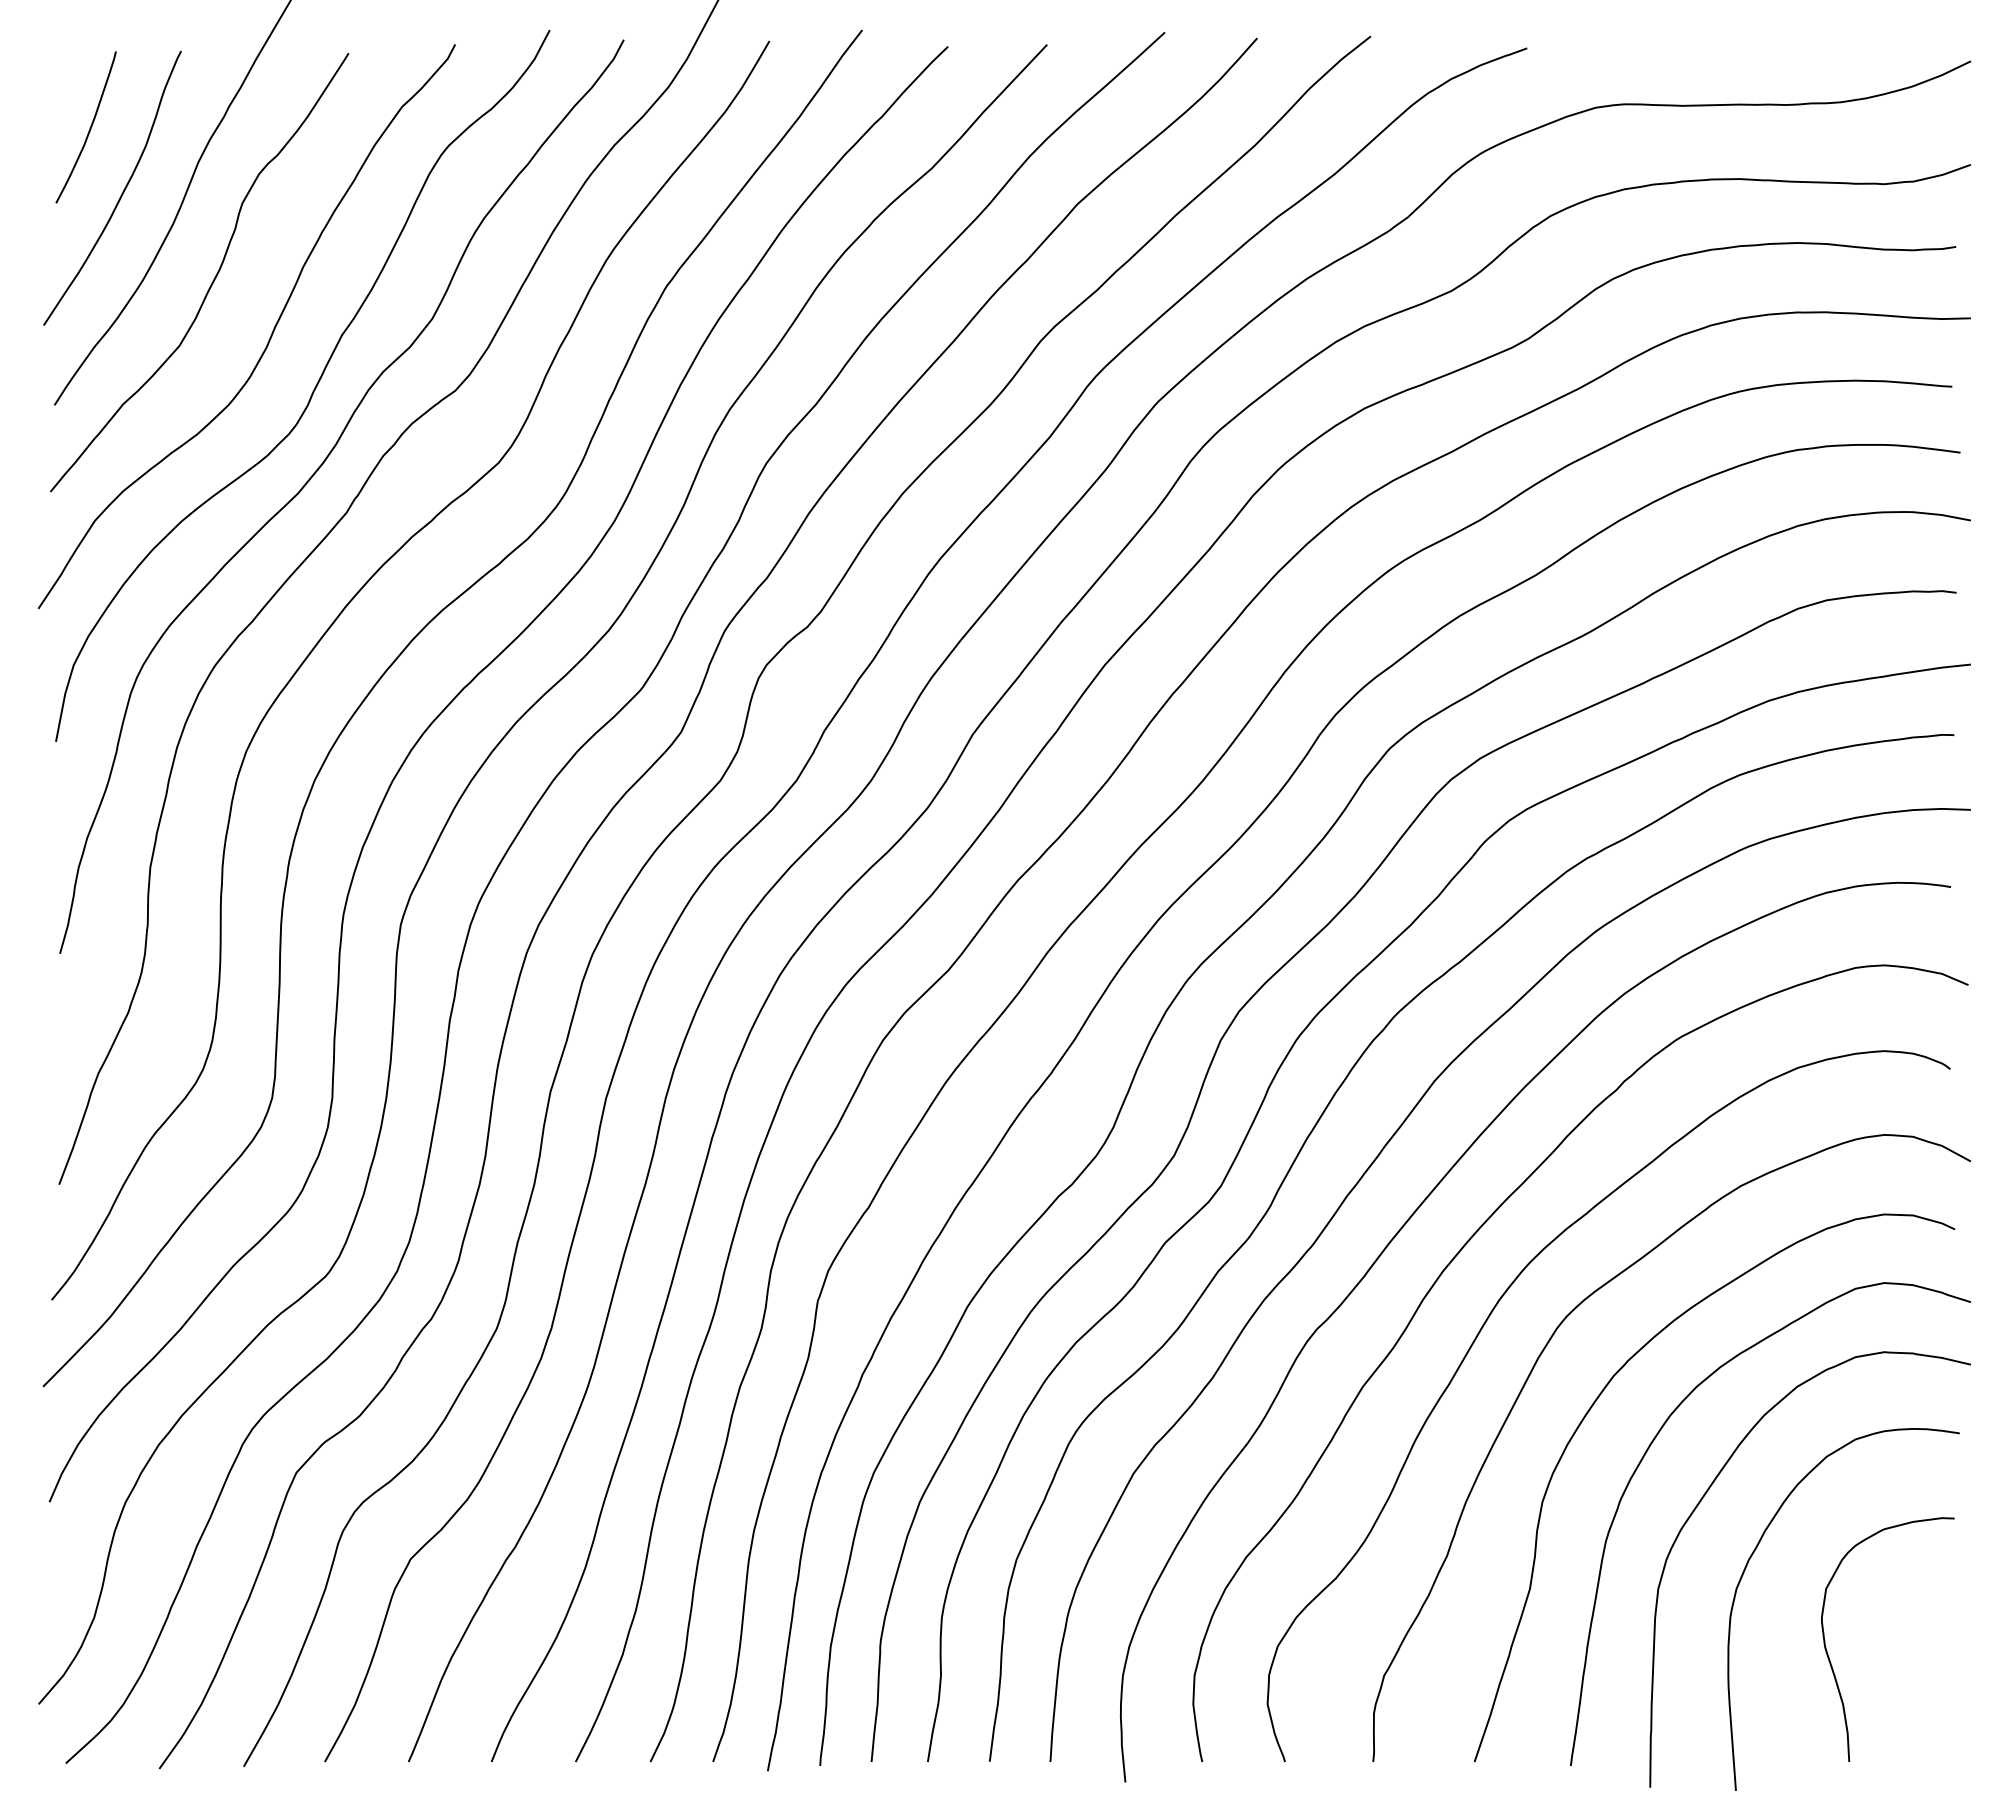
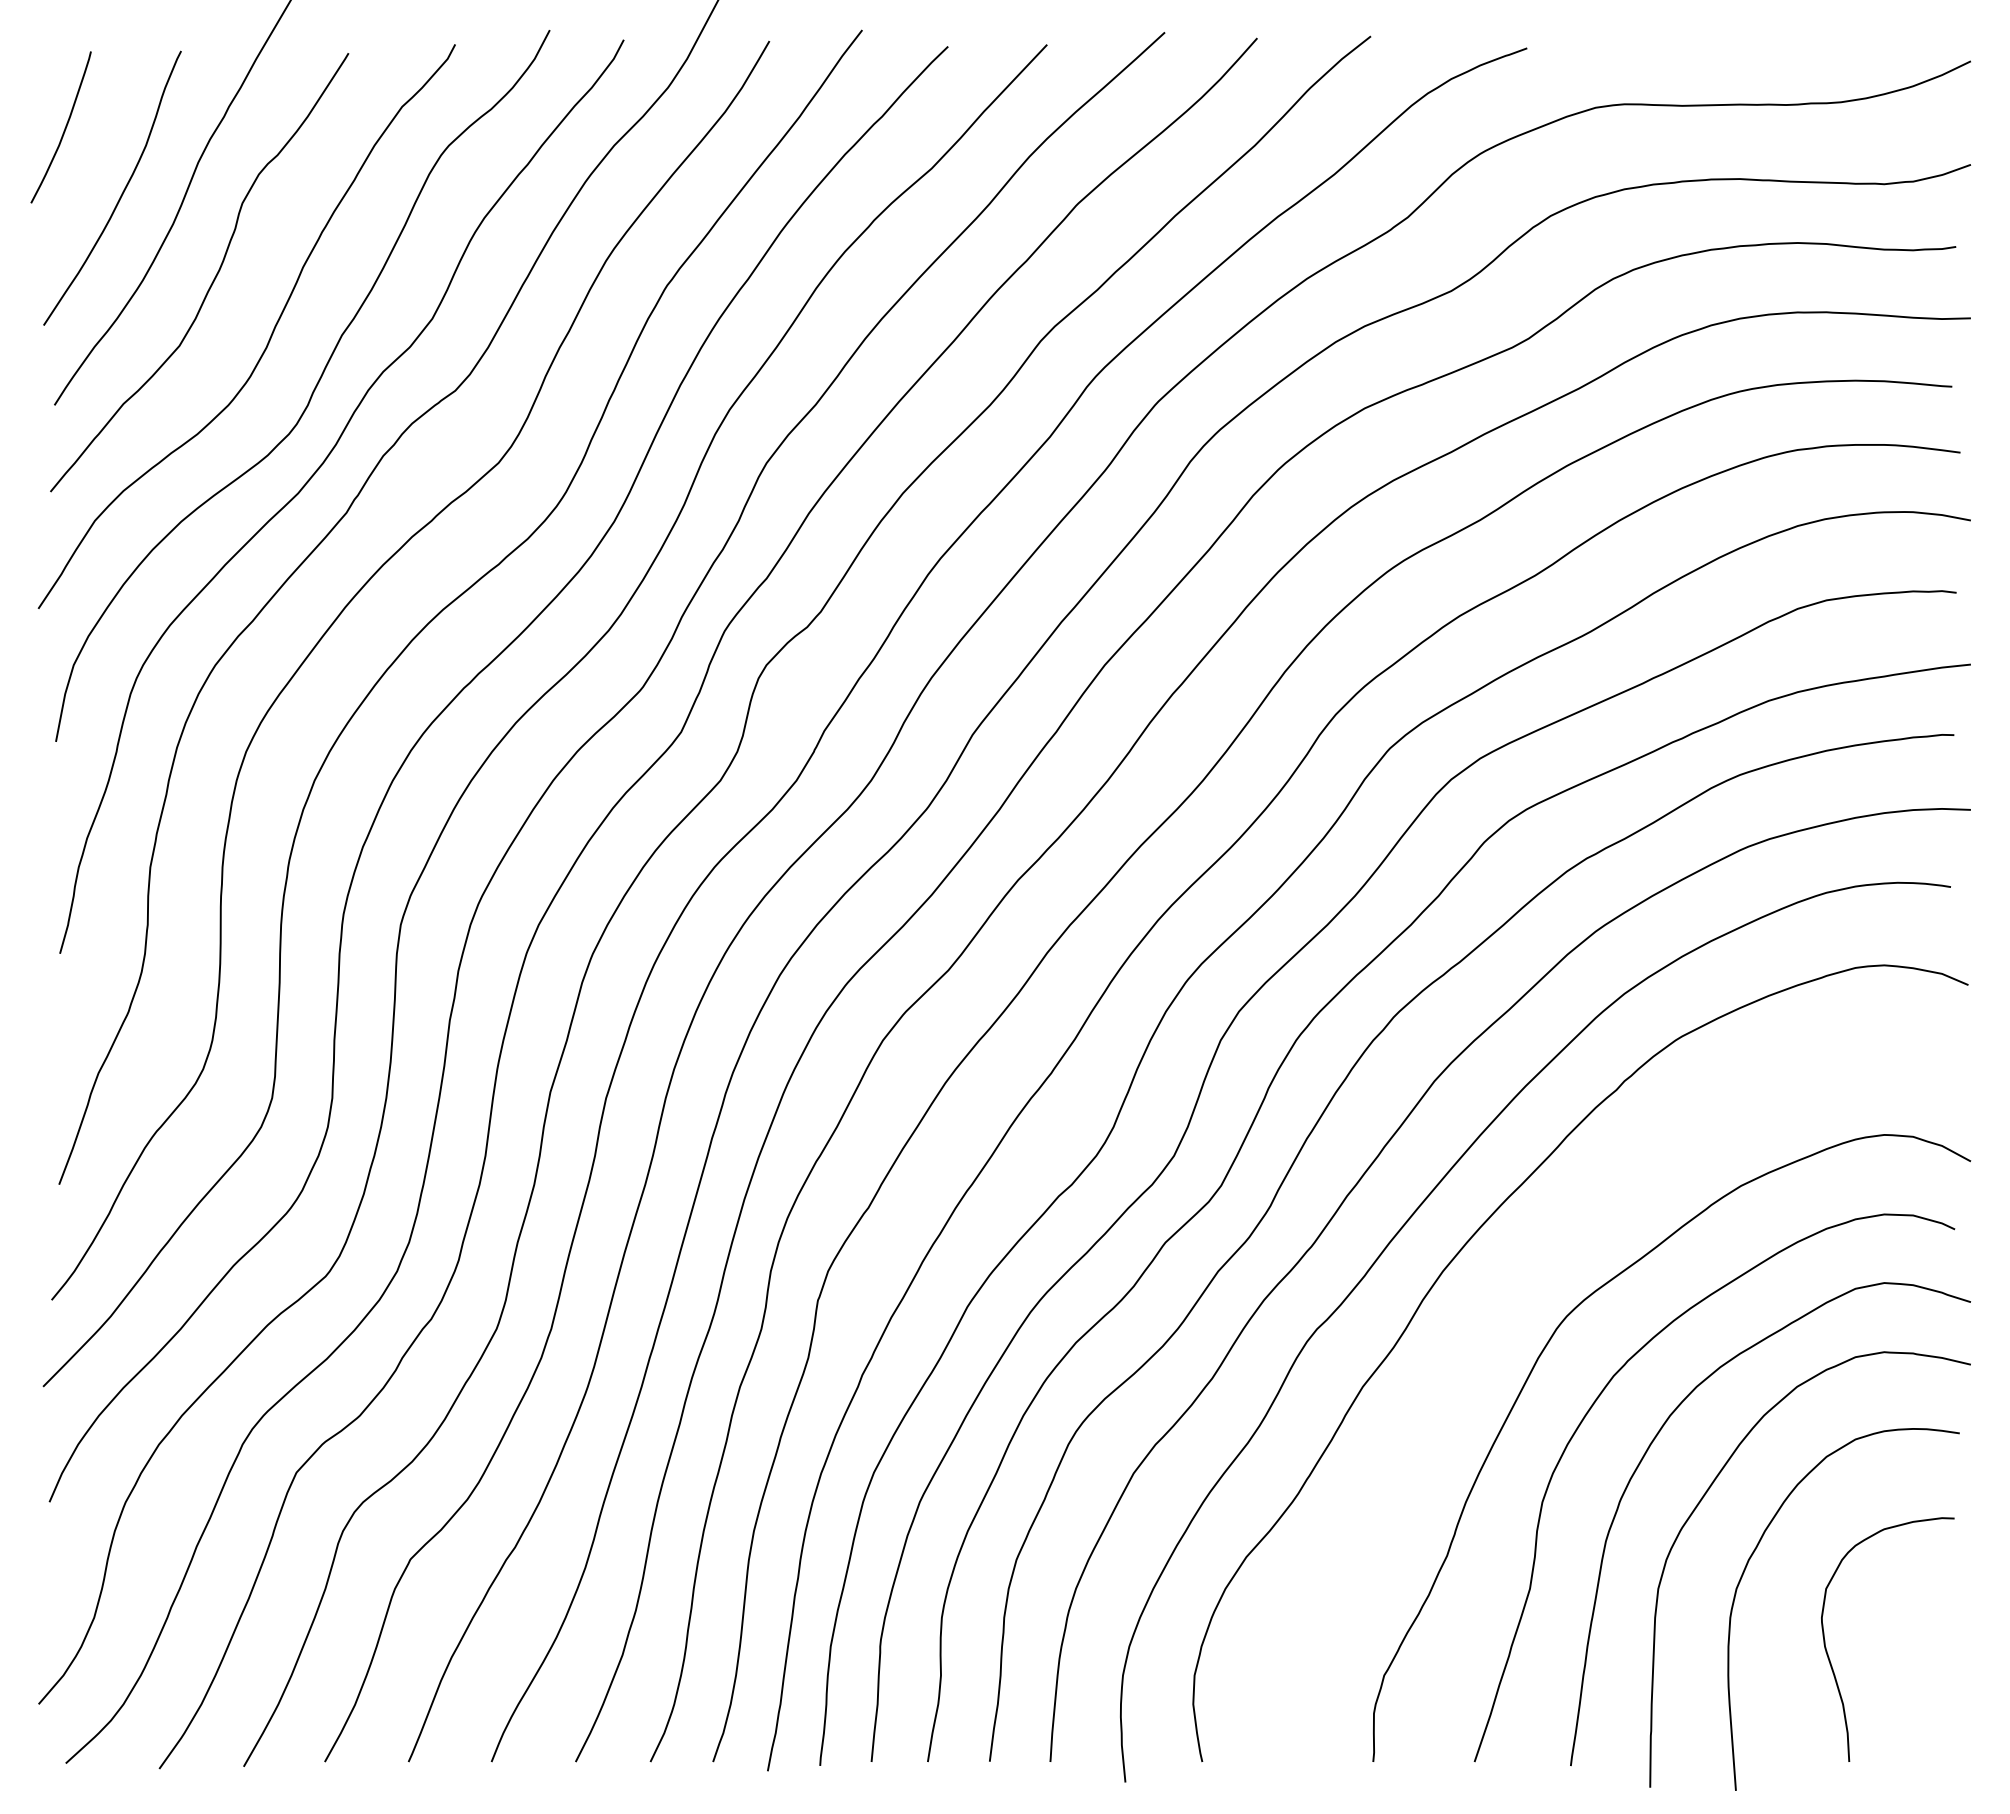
curve at (89, 128) position: (89, 128) -> (64, 128)
curve at (1482, 1329): present -> none
